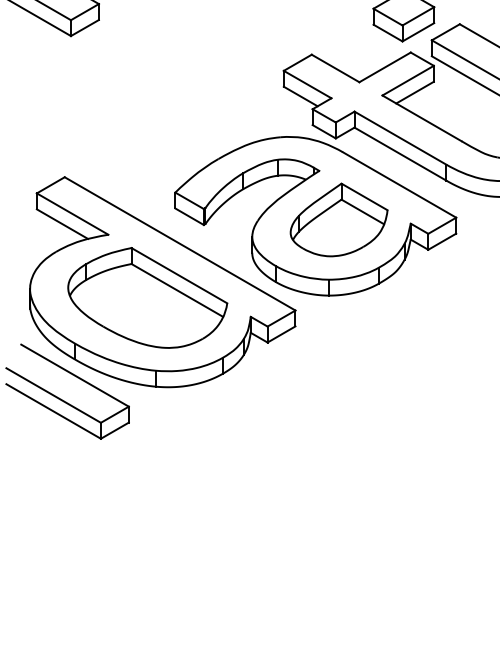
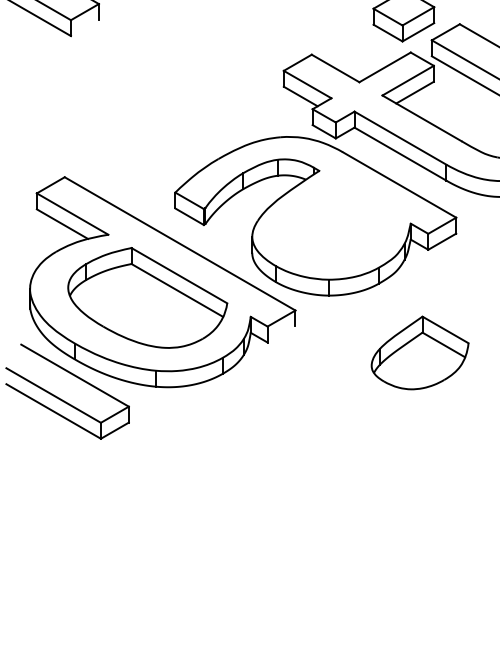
line at (84, 28): present -> none
part at (338, 219) position: (338, 219) -> (419, 352)
line at (281, 334): present -> none
